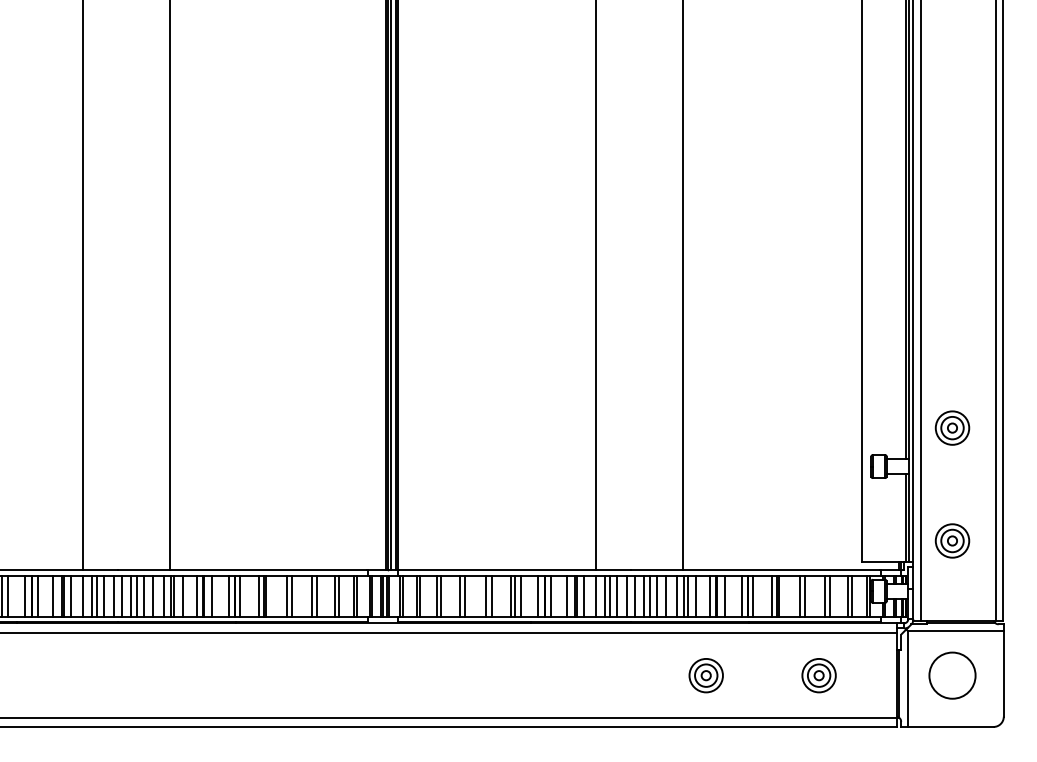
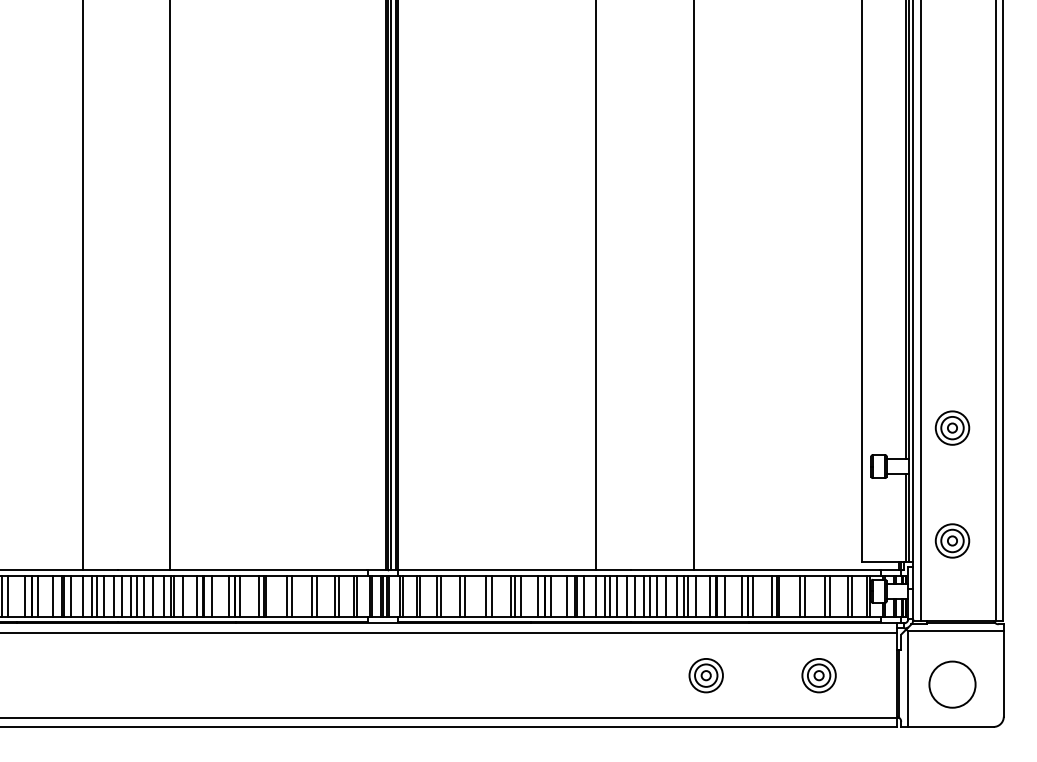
line at (683, 286) position: (683, 286) -> (694, 286)
circle at (952, 675) position: (952, 675) -> (952, 684)
